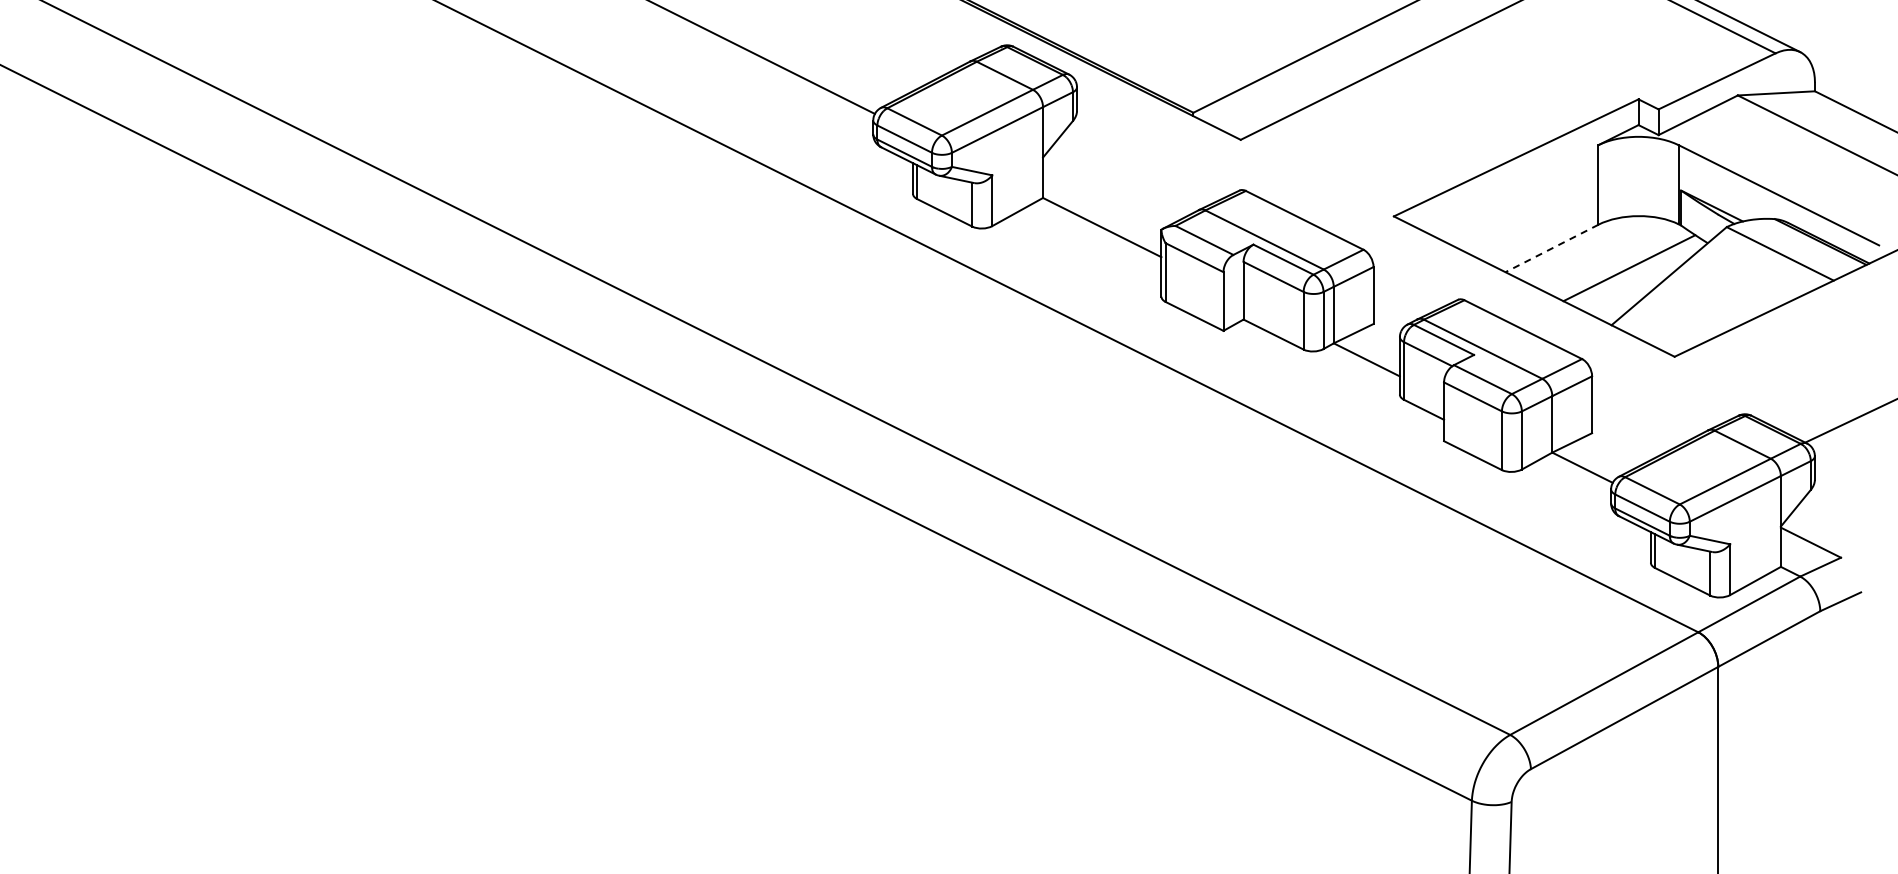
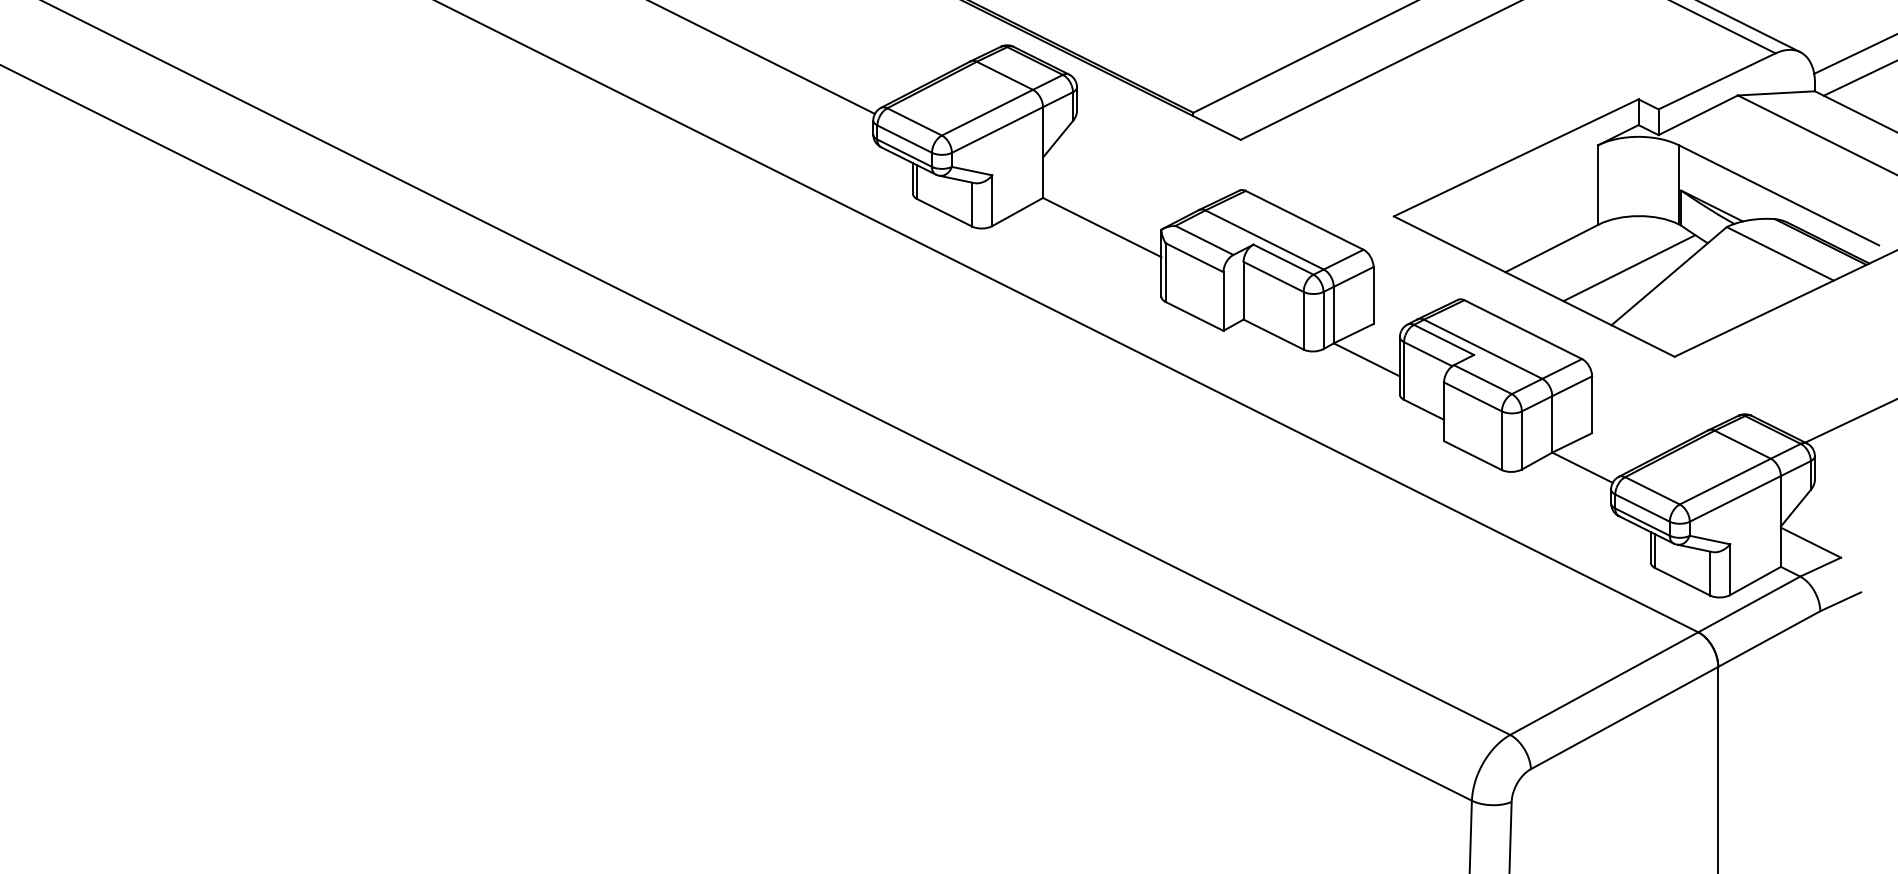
line at (1854, 54): none -> present
line at (1858, 78): none -> present
line at (1551, 248): dashed -> solid
